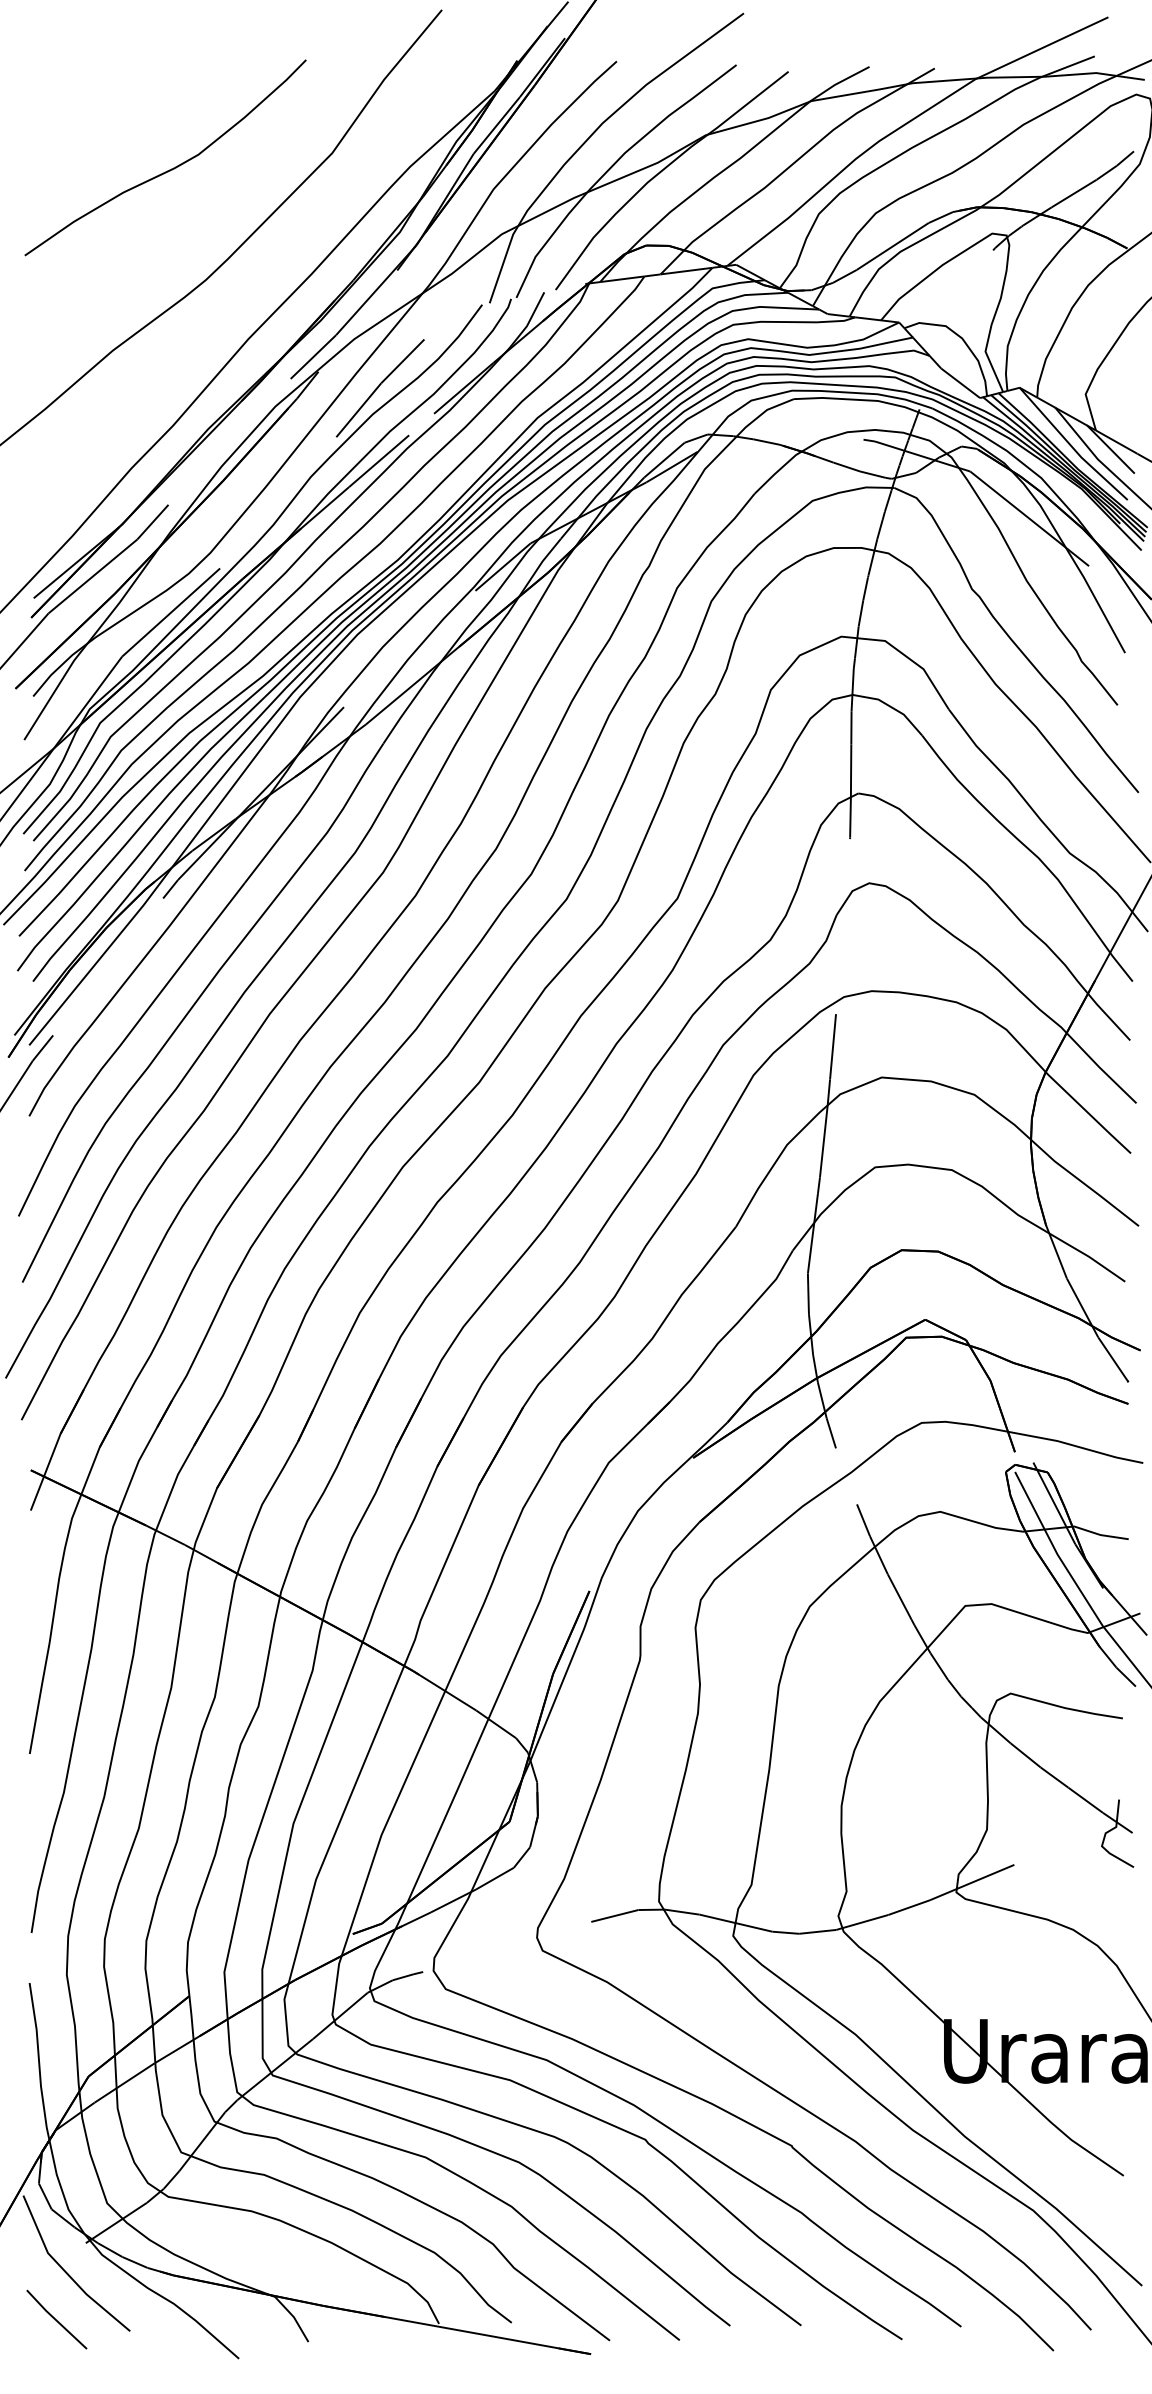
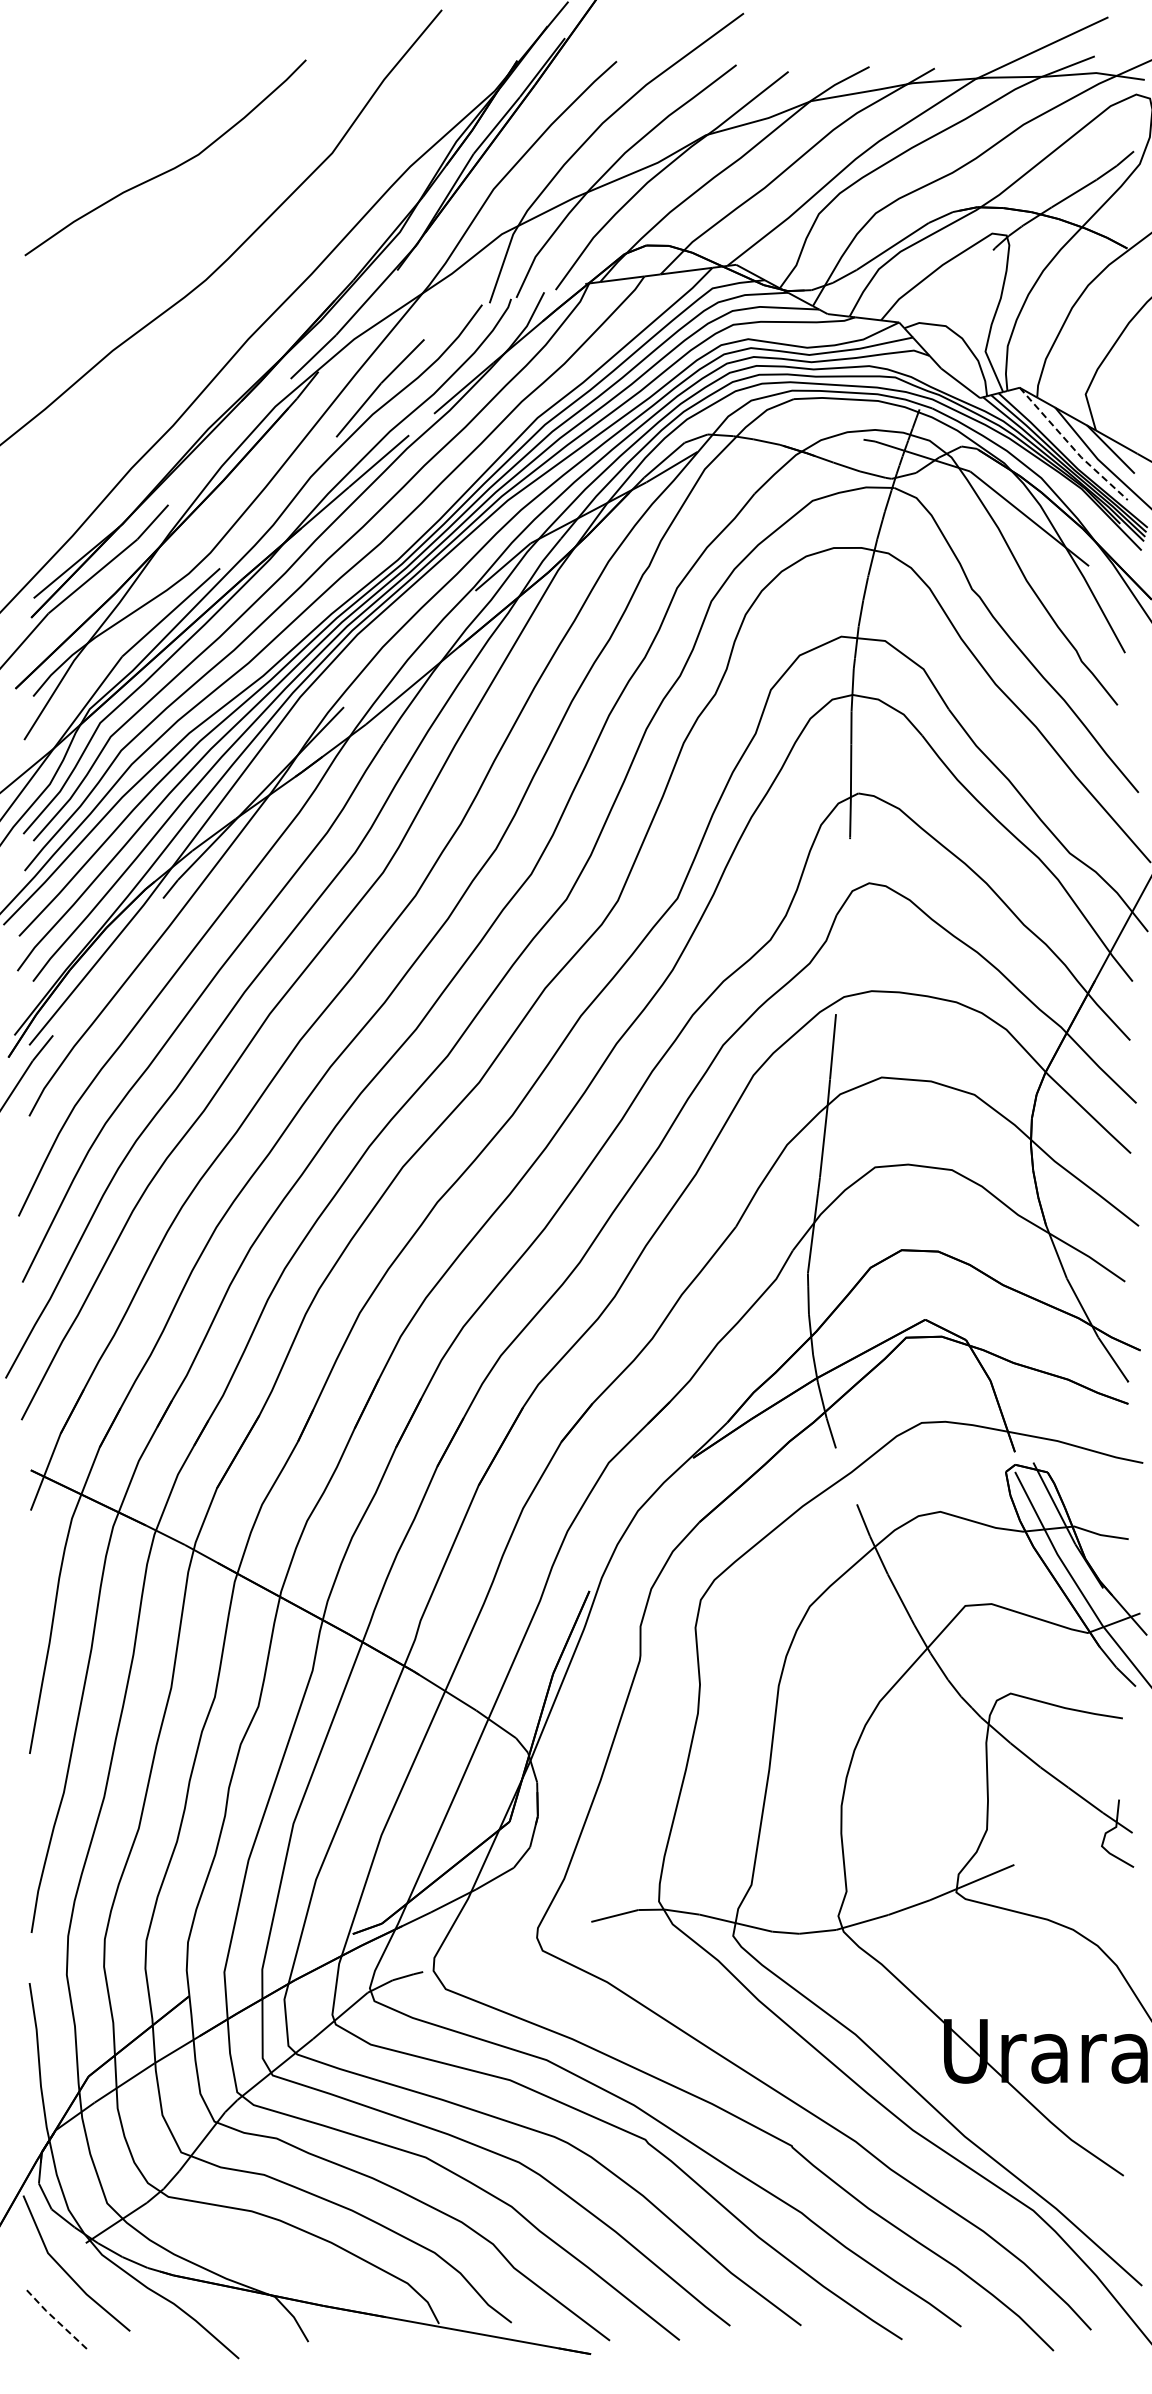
line at (1072, 446): solid -> dashed
line at (55, 2319): solid -> dashed
